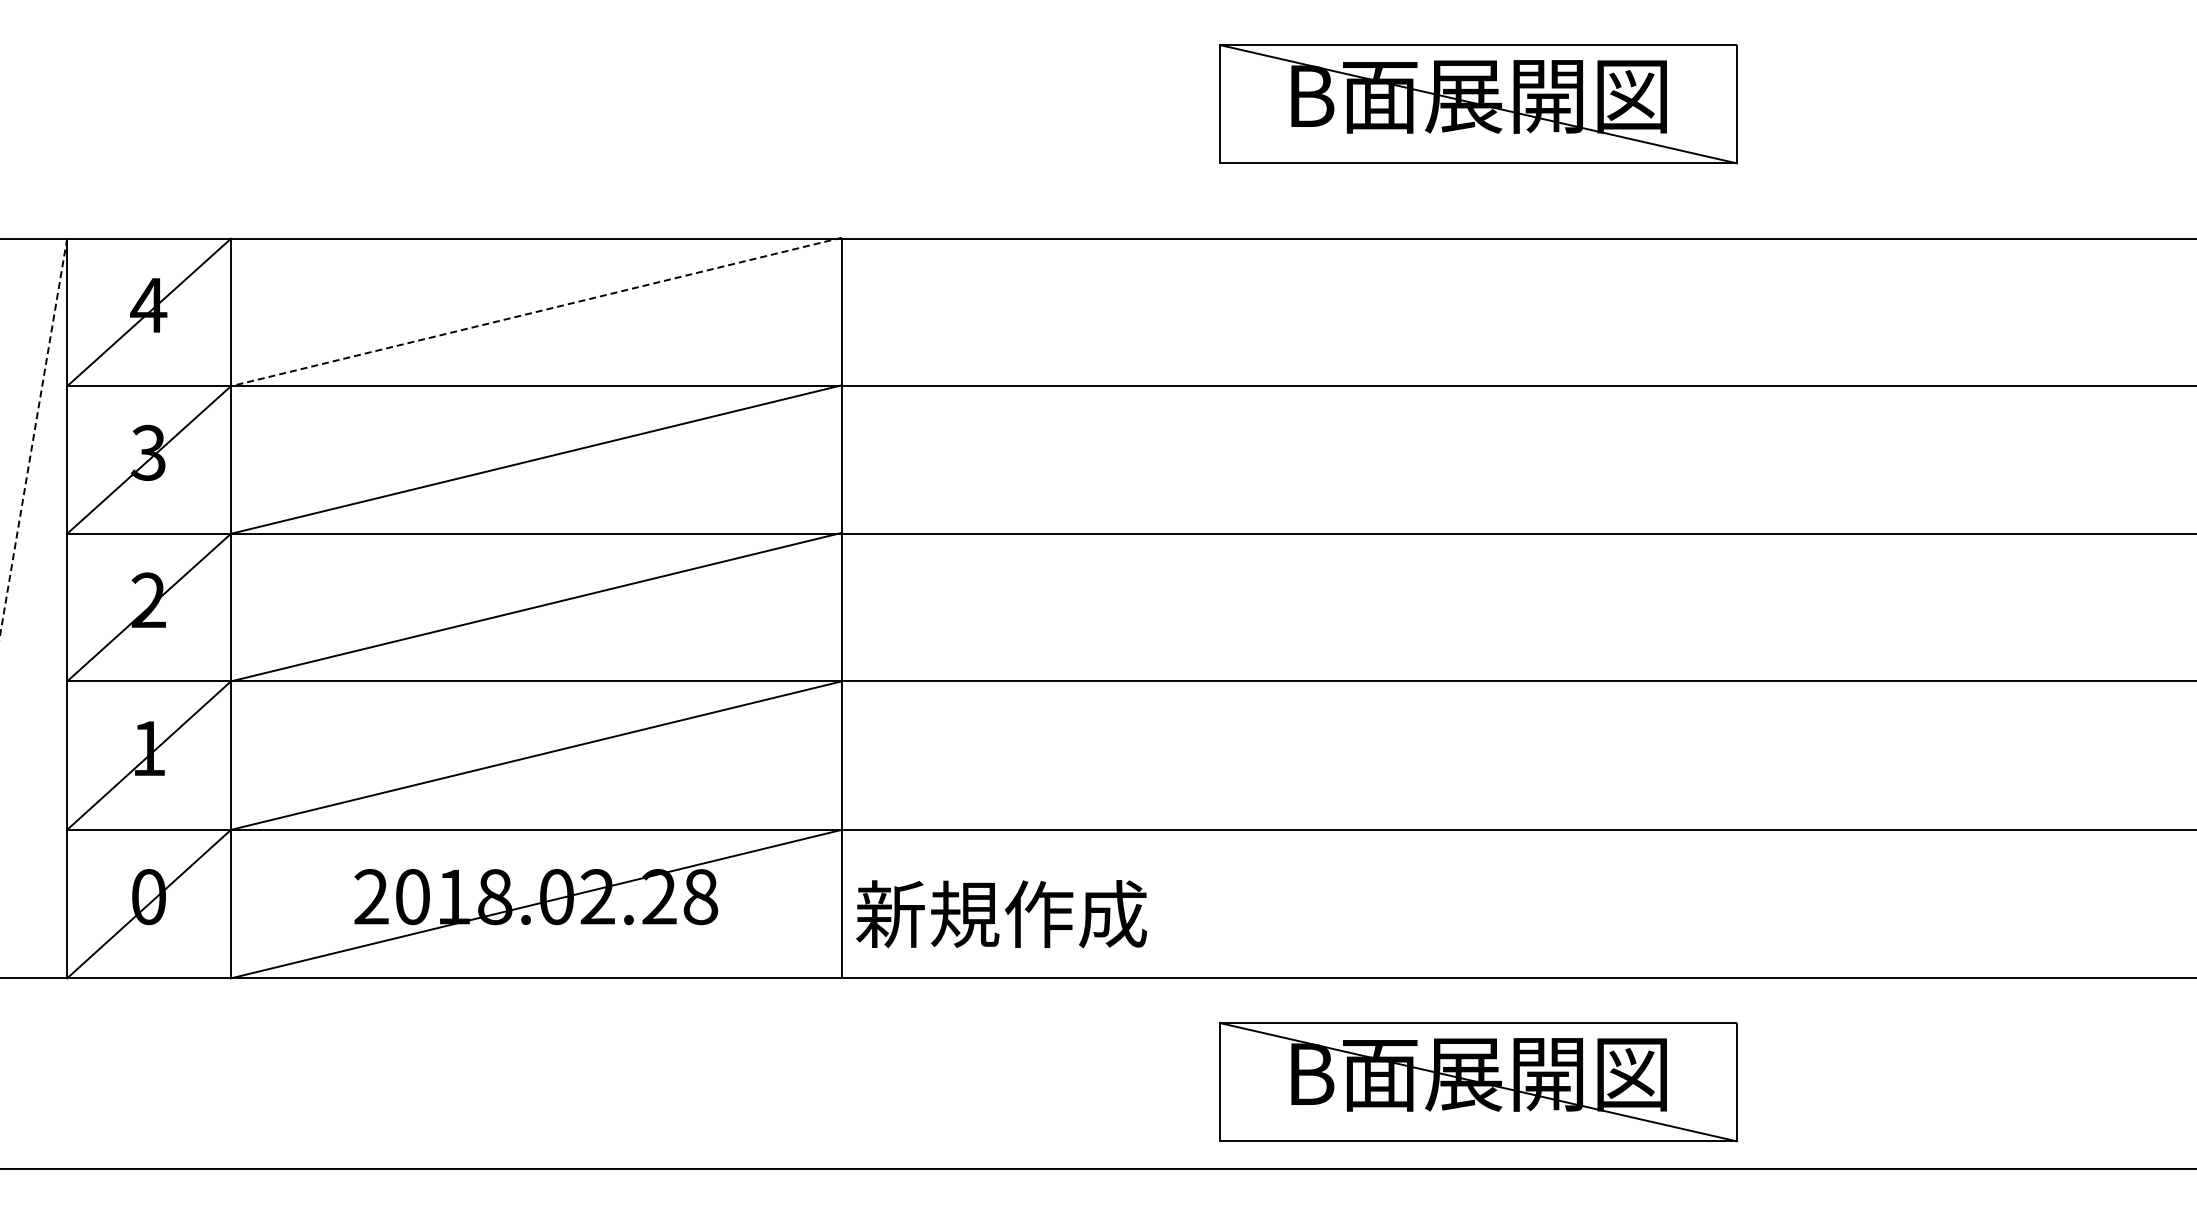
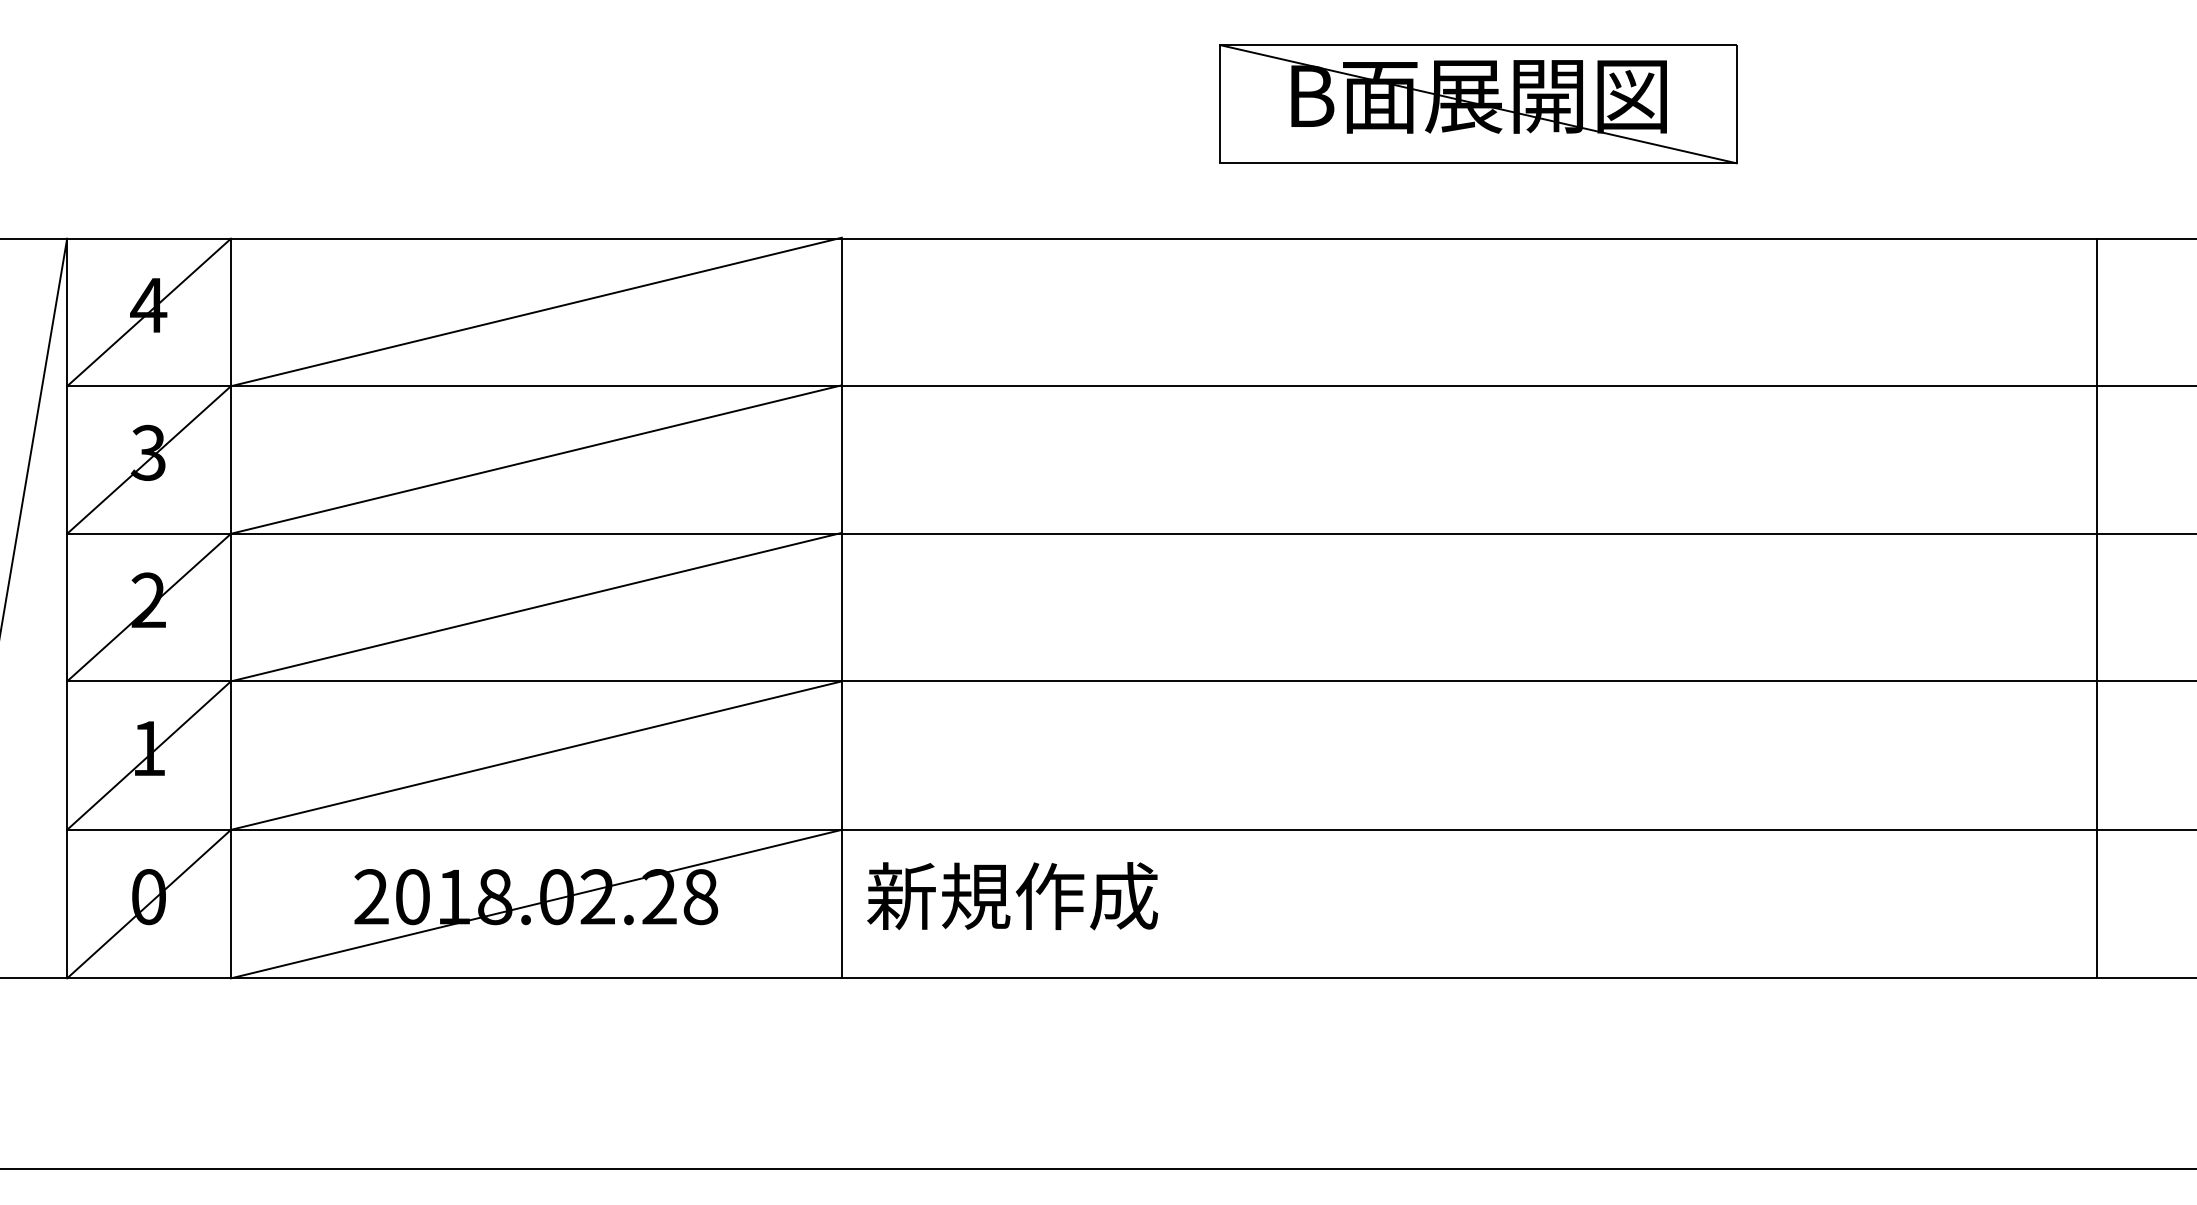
line at (535, 312): dashed -> solid
line at (33, 437): dashed -> solid
line at (2097, 608): none -> present
text at (1001, 914) position: (1001, 914) -> (1012, 896)
part at (1478, 1082): present -> none
